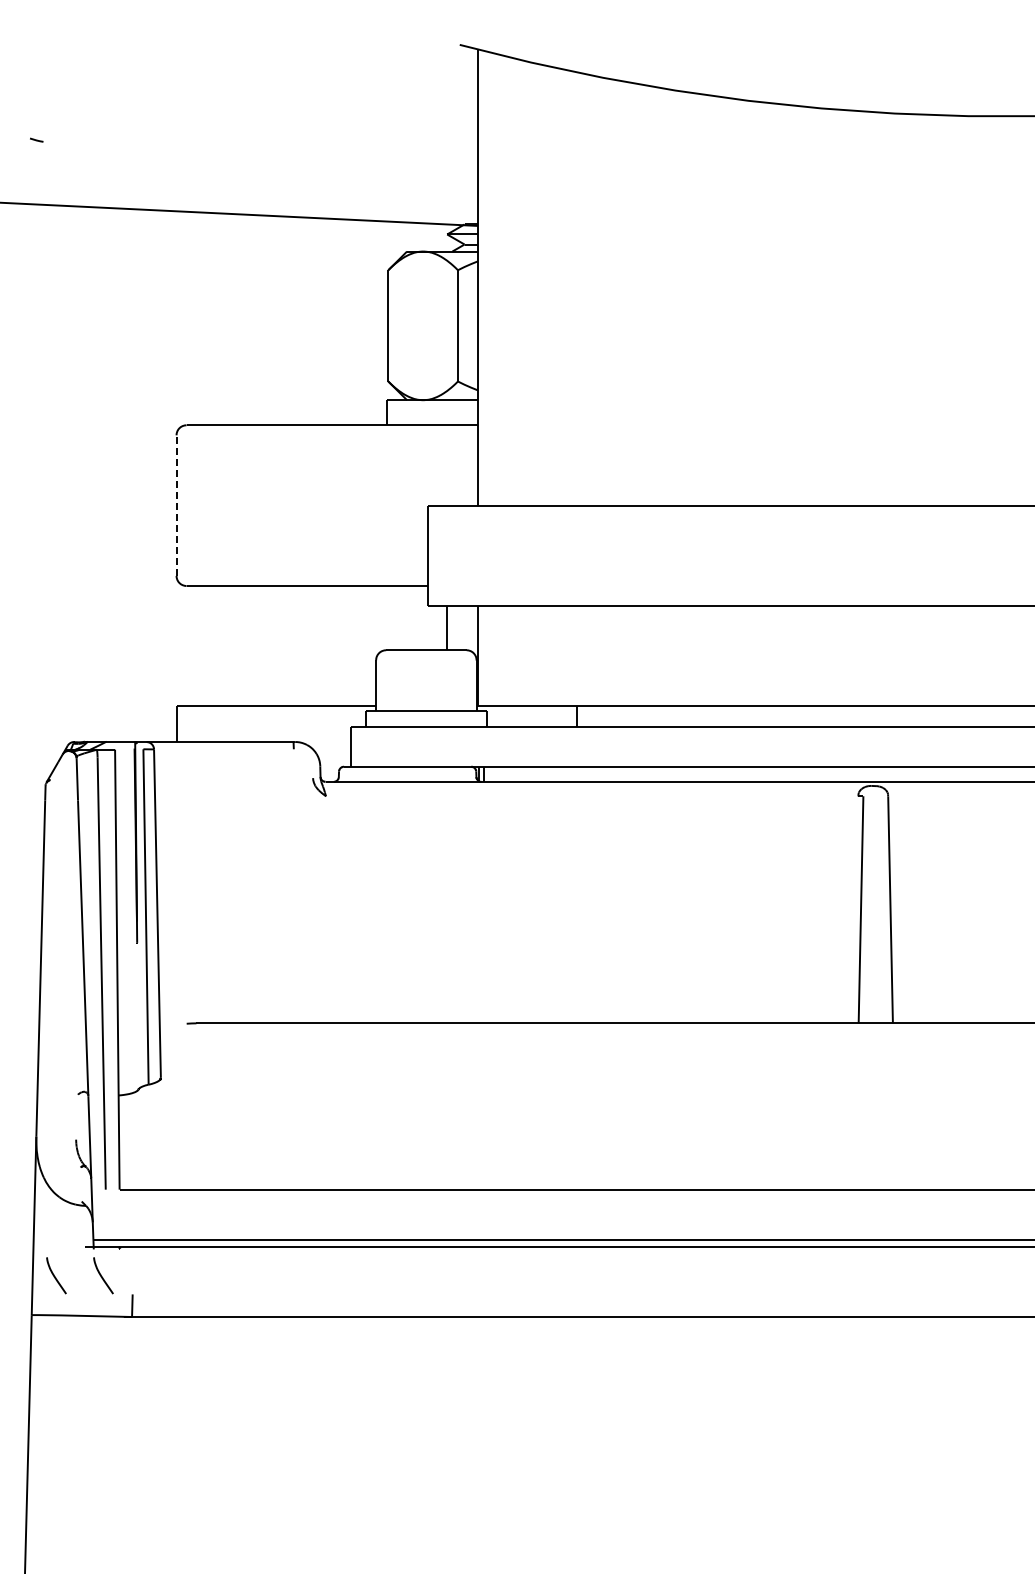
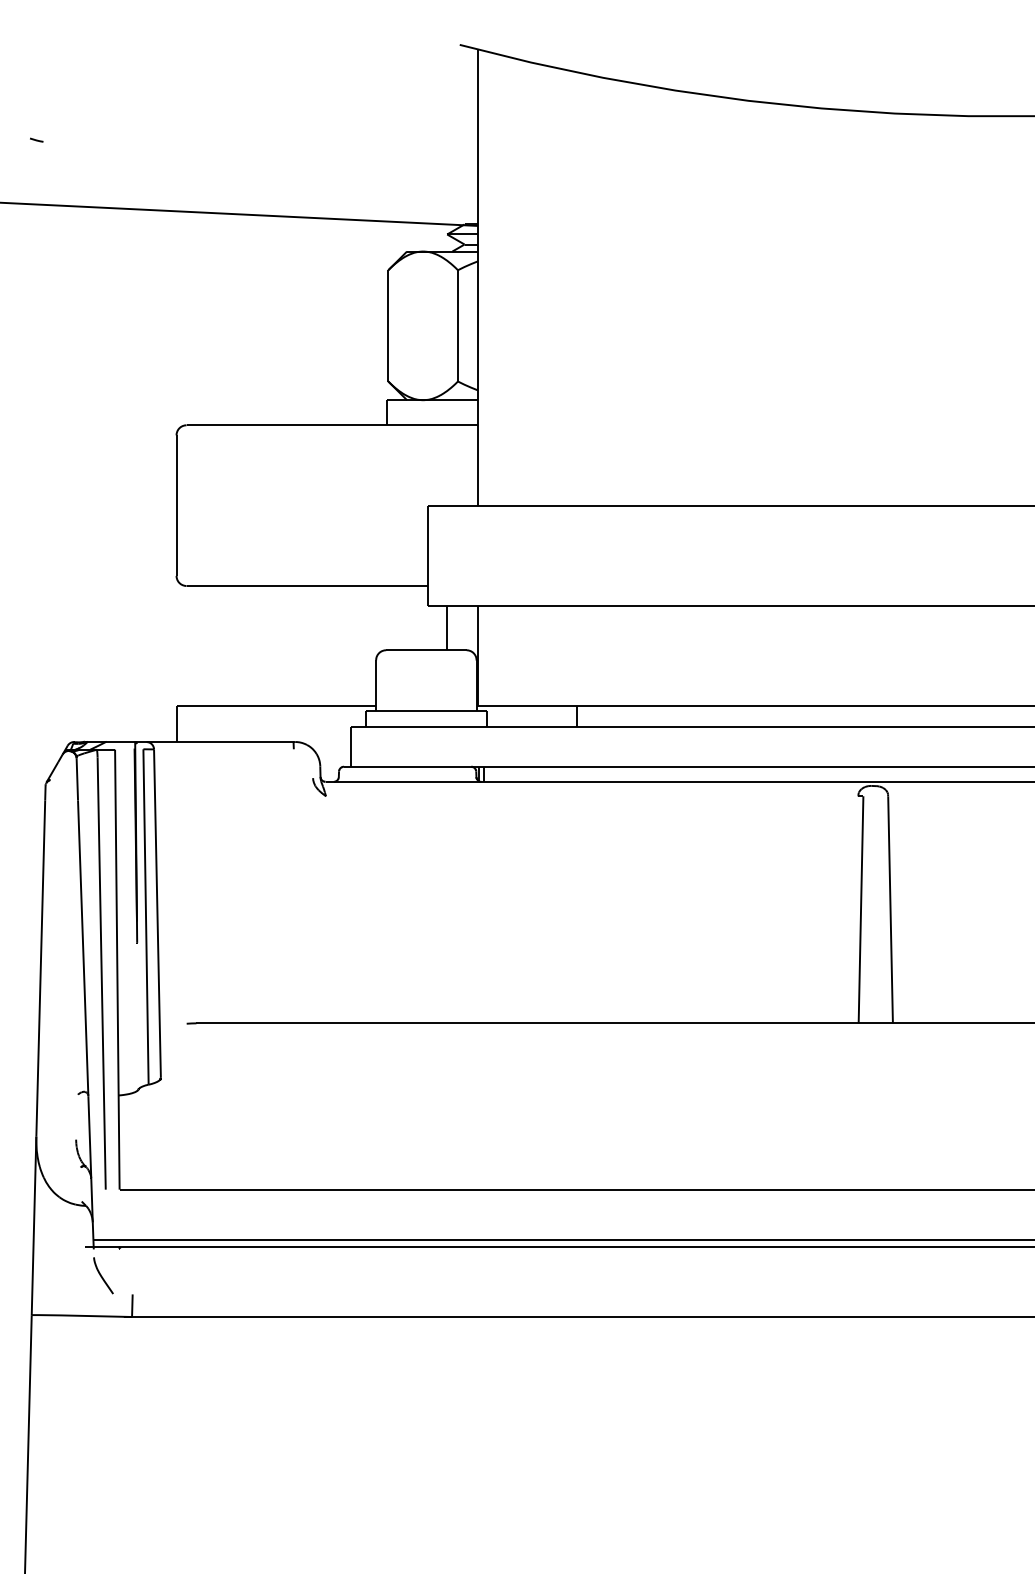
line at (176, 505): dashed -> solid
curve at (55, 1276): present -> none
